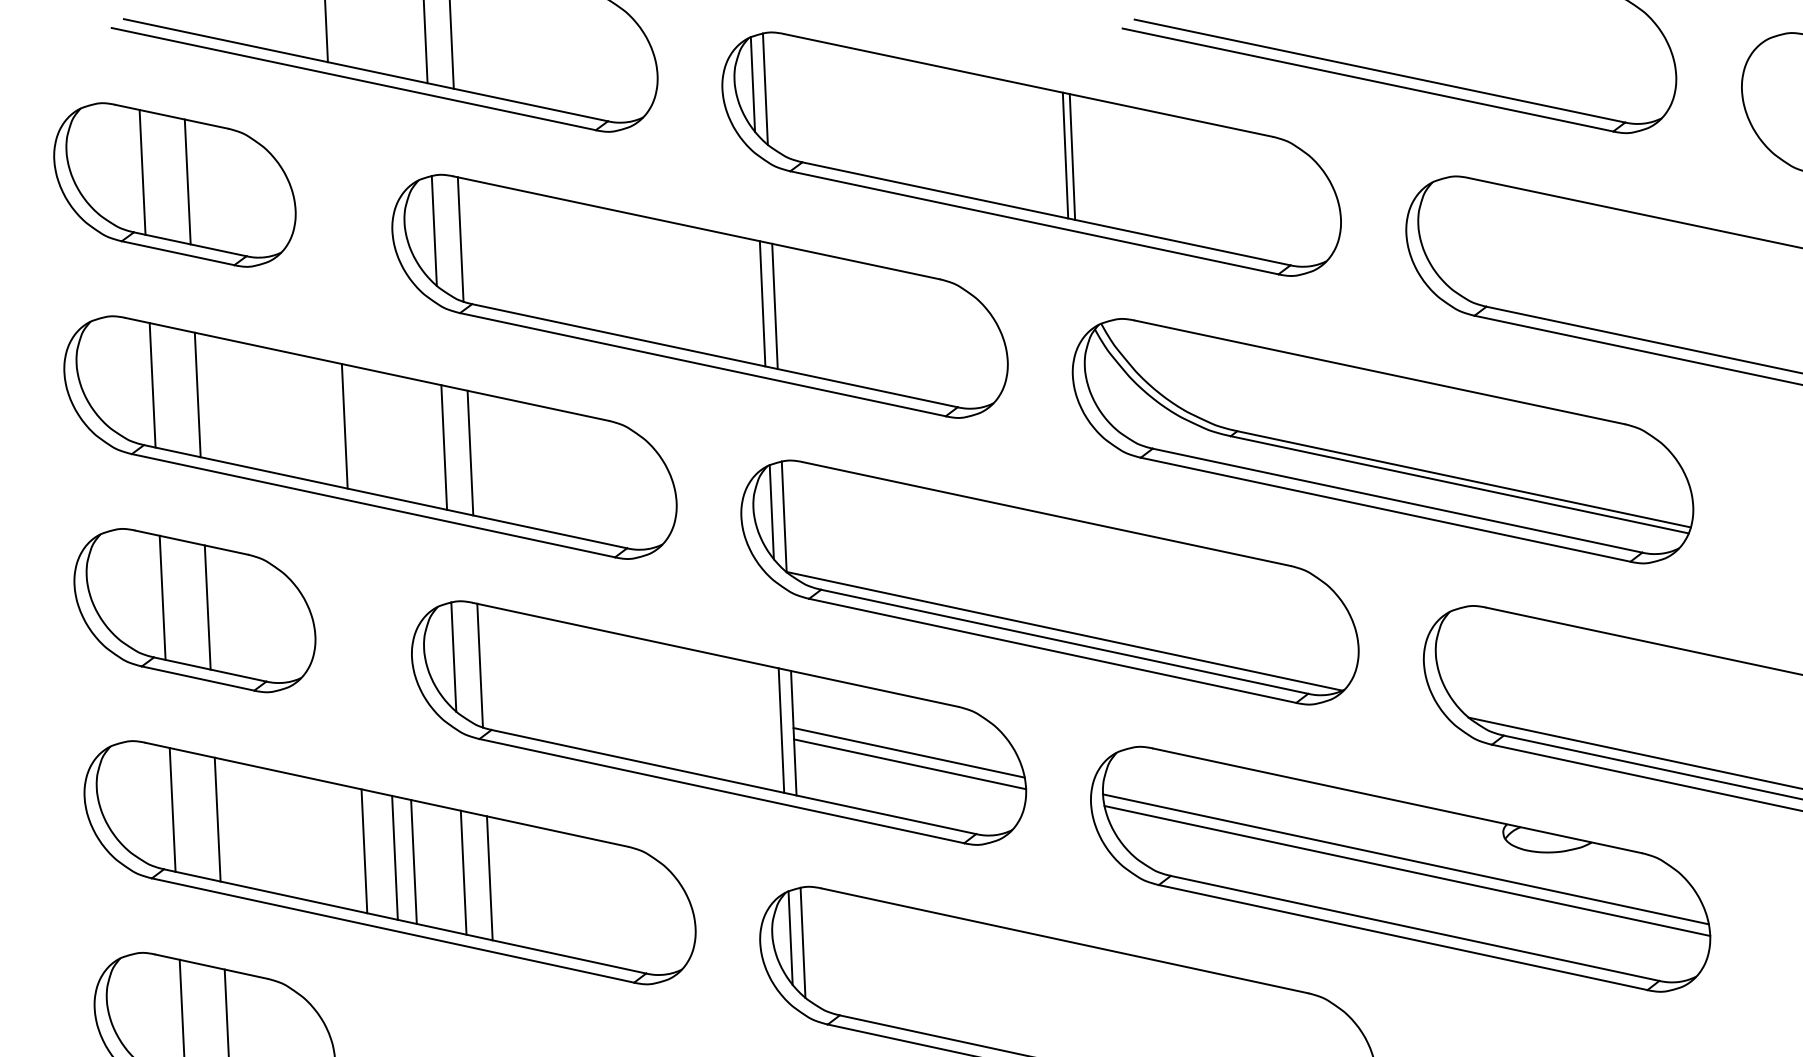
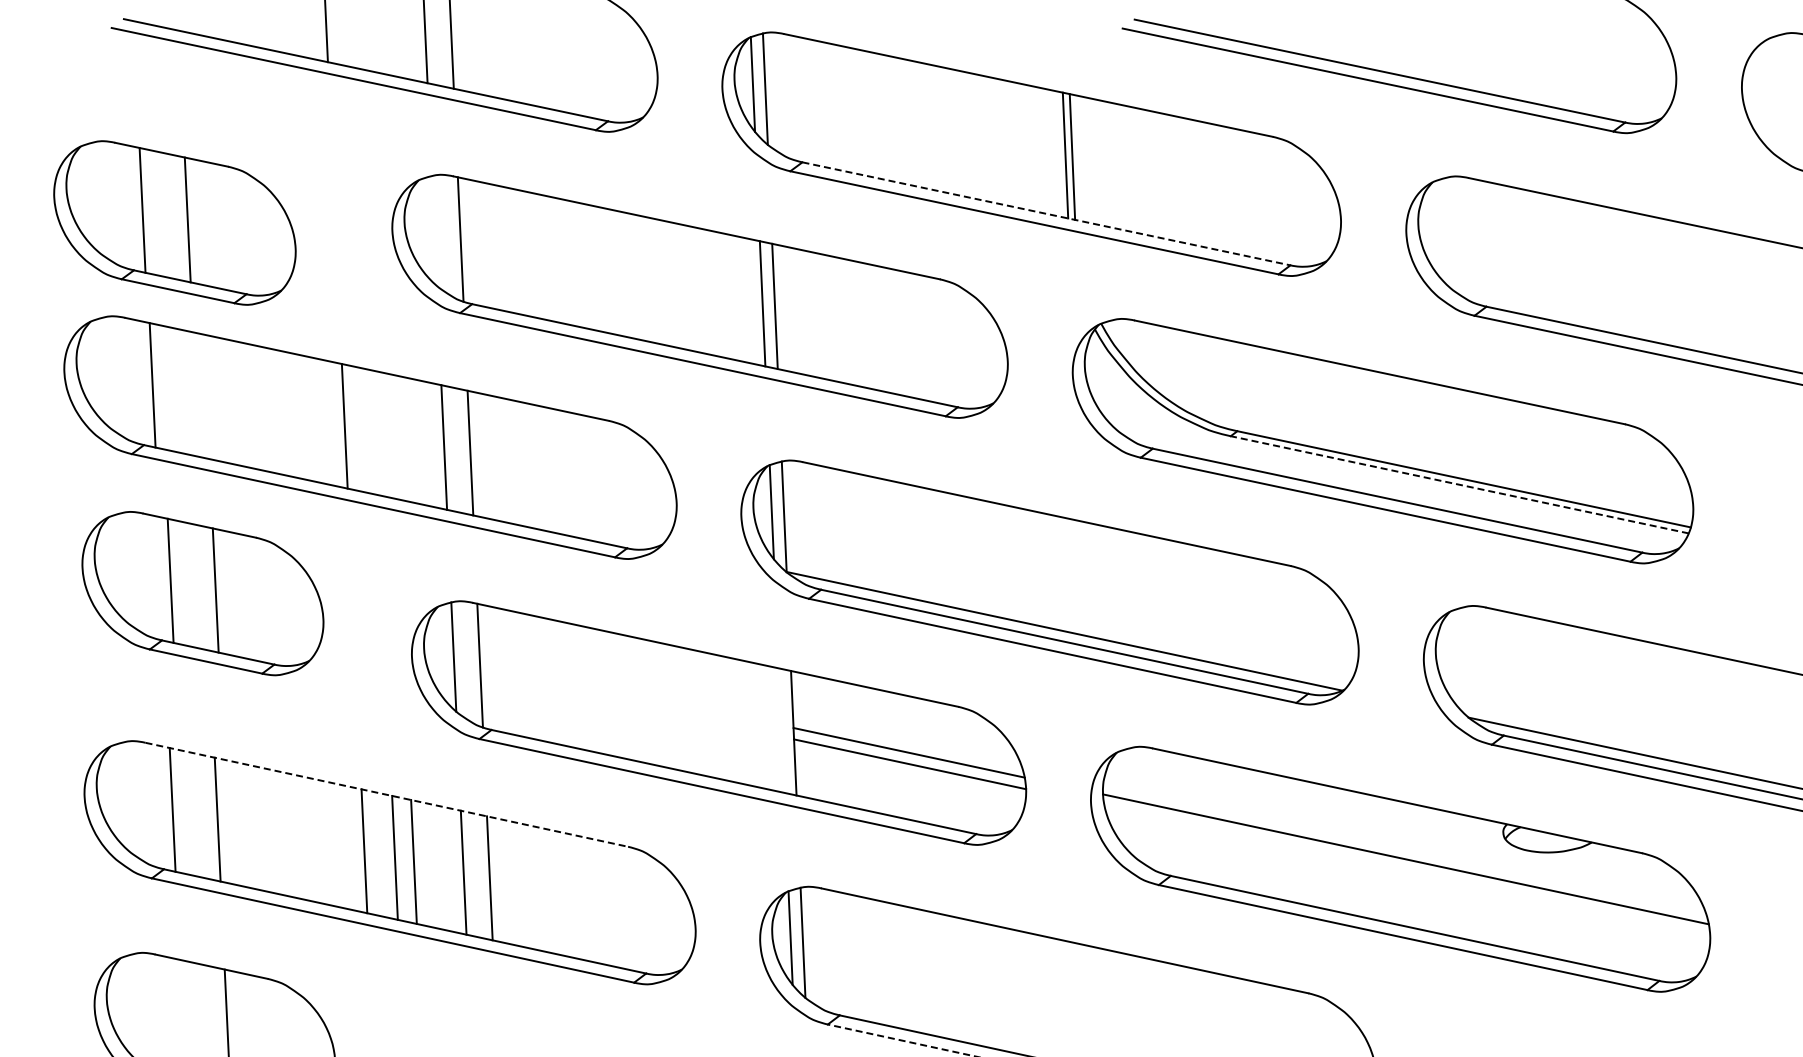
part at (174, 184) position: (174, 184) -> (174, 222)
line at (1046, 213): solid -> dashed
line at (433, 230): present -> none
line at (197, 394): present -> none
line at (1459, 484): solid -> dashed
part at (194, 610) position: (194, 610) -> (202, 593)
line at (781, 730): present -> none
line at (386, 794): solid -> dashed
line at (1407, 870): present -> none
line at (181, 1006): present -> none
line at (902, 1040): solid -> dashed
